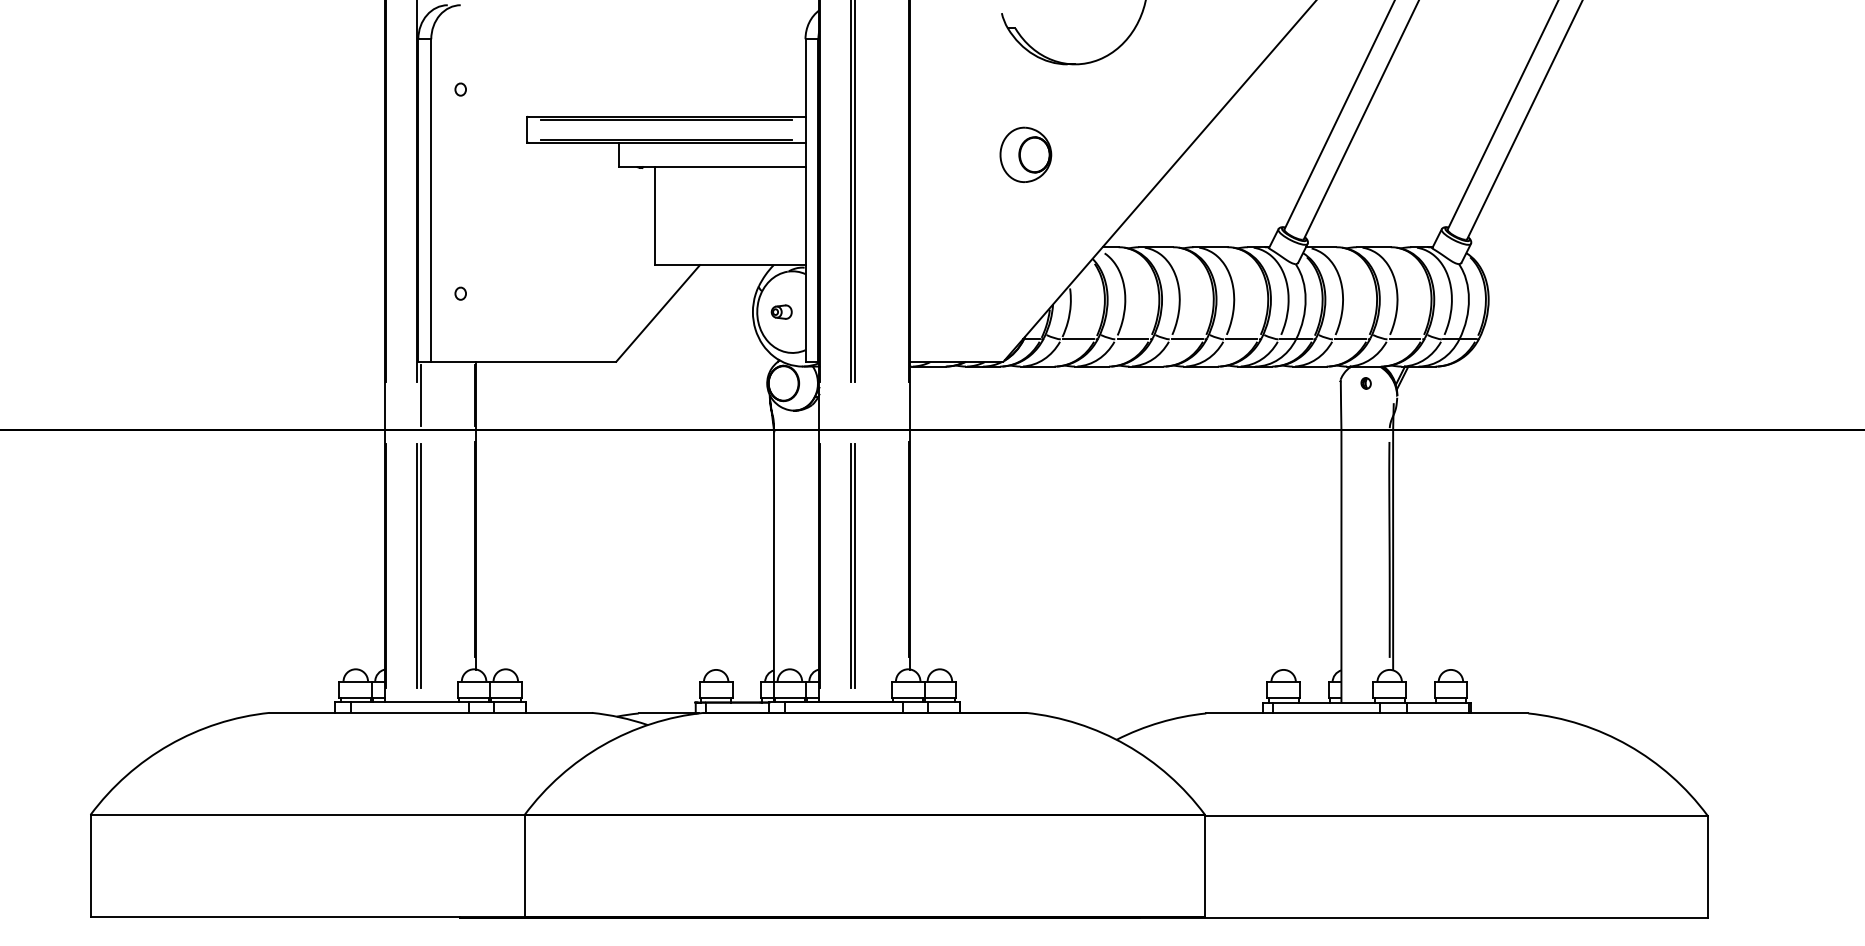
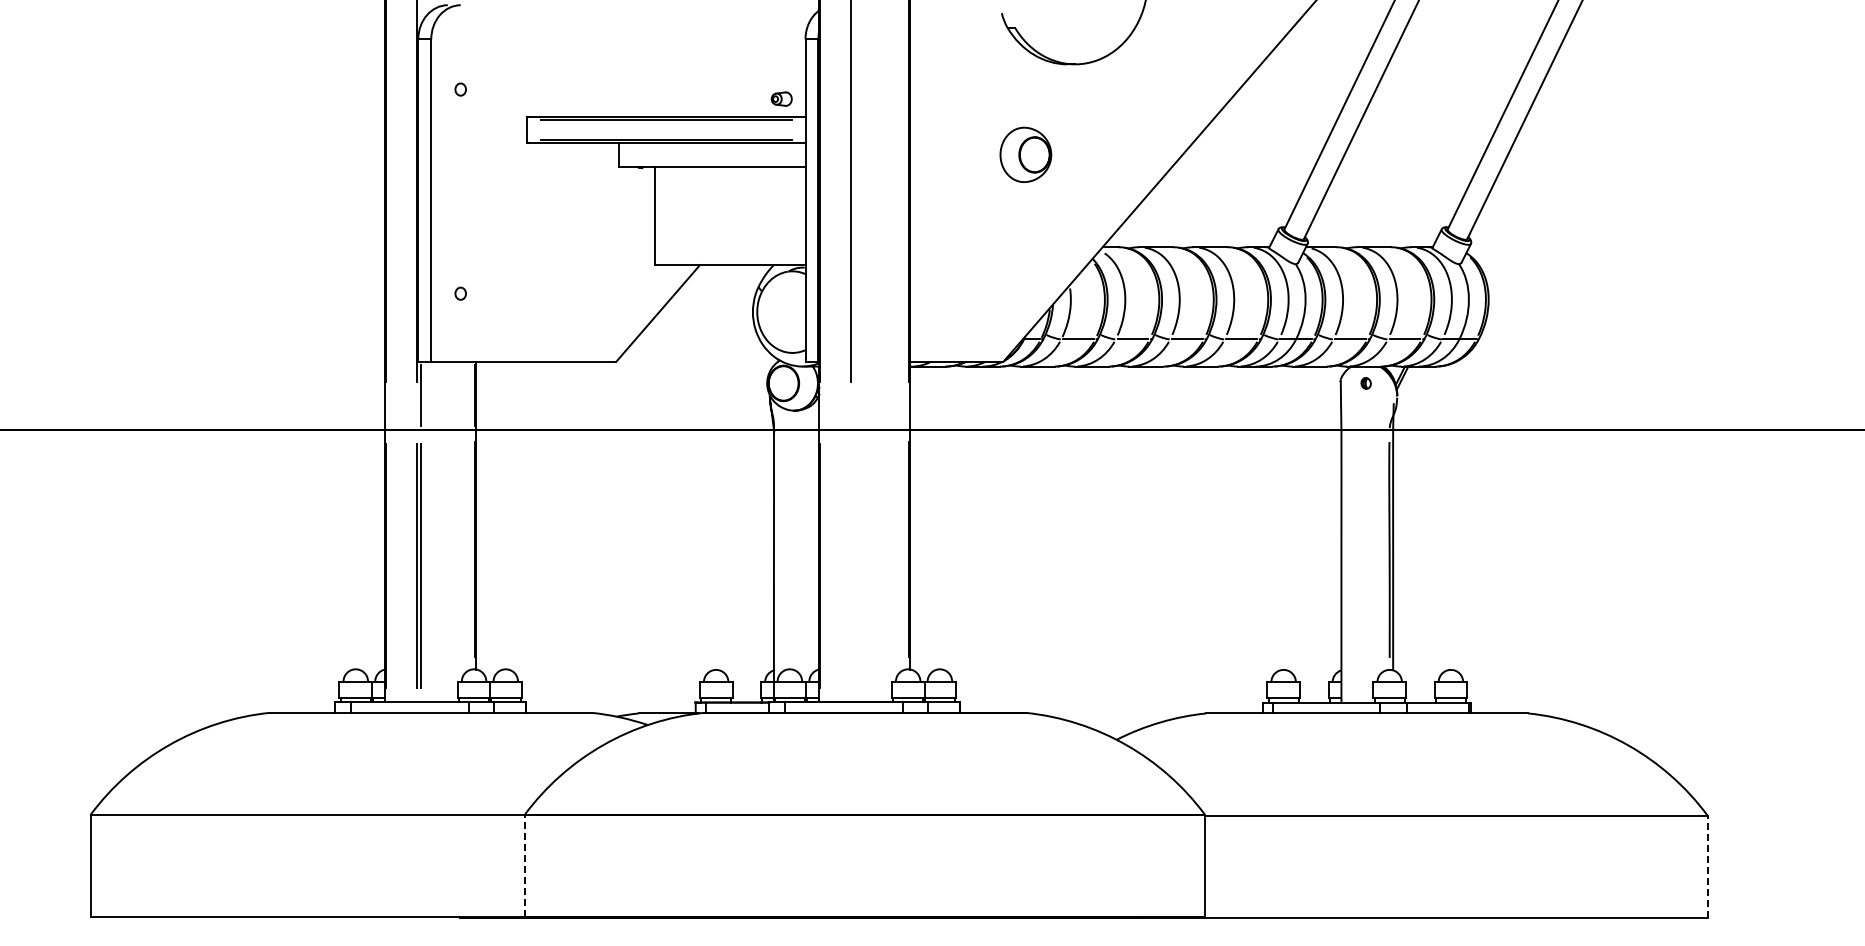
line at (854, 192): present -> none
part at (781, 311) position: (781, 311) -> (781, 98)
part at (852, 565): present -> none
line at (524, 865): solid -> dashed
line at (1707, 866): solid -> dashed
